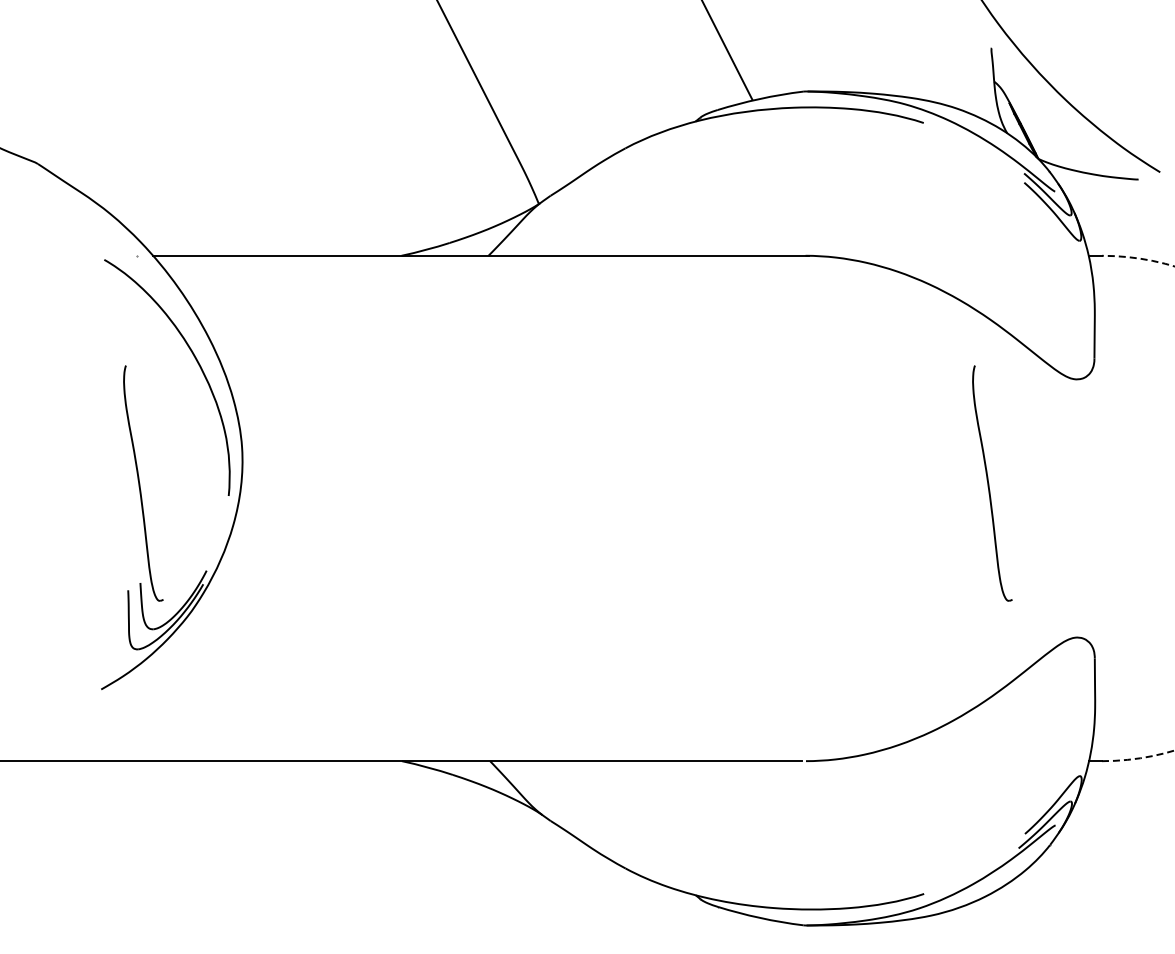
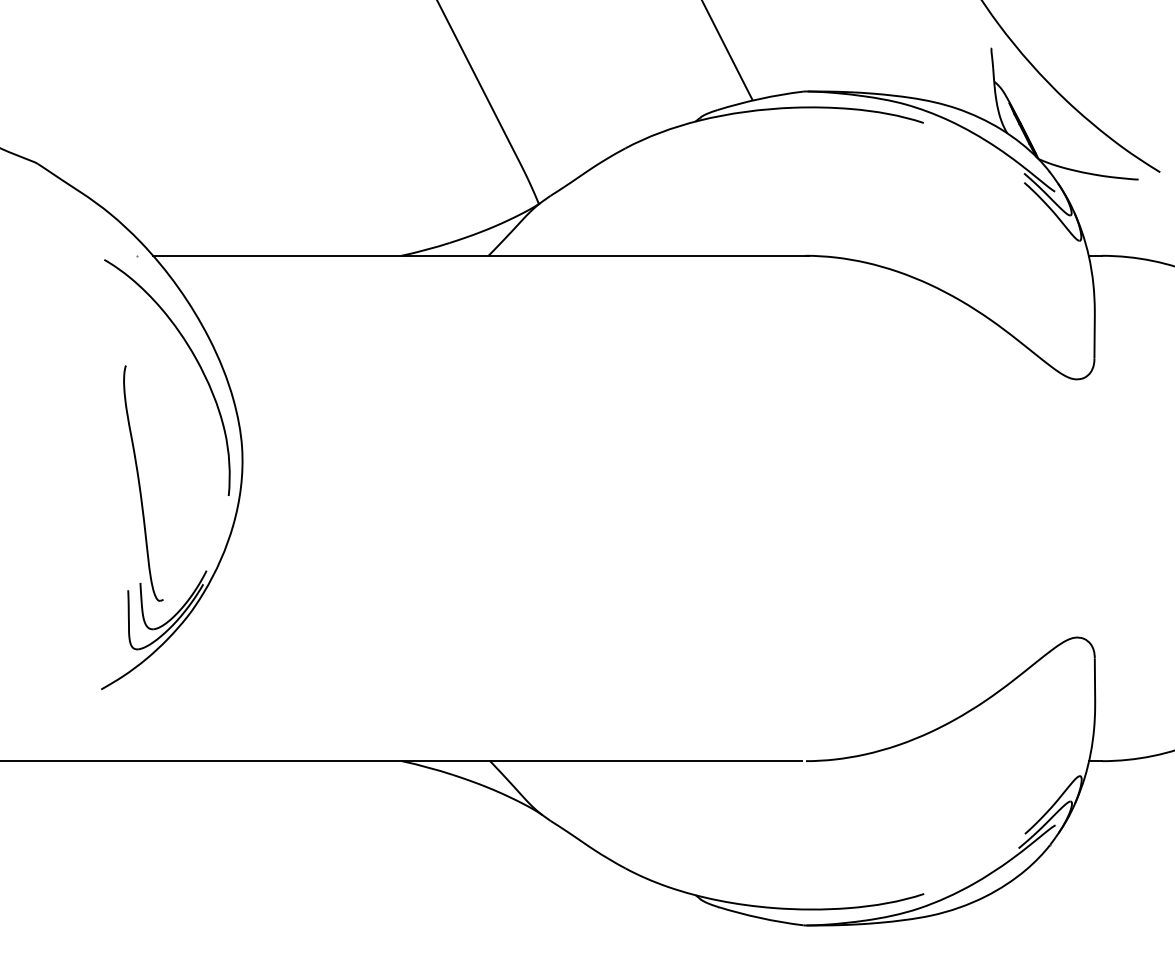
arc at (1174, 266): dashed -> solid
part at (992, 483): present -> none
